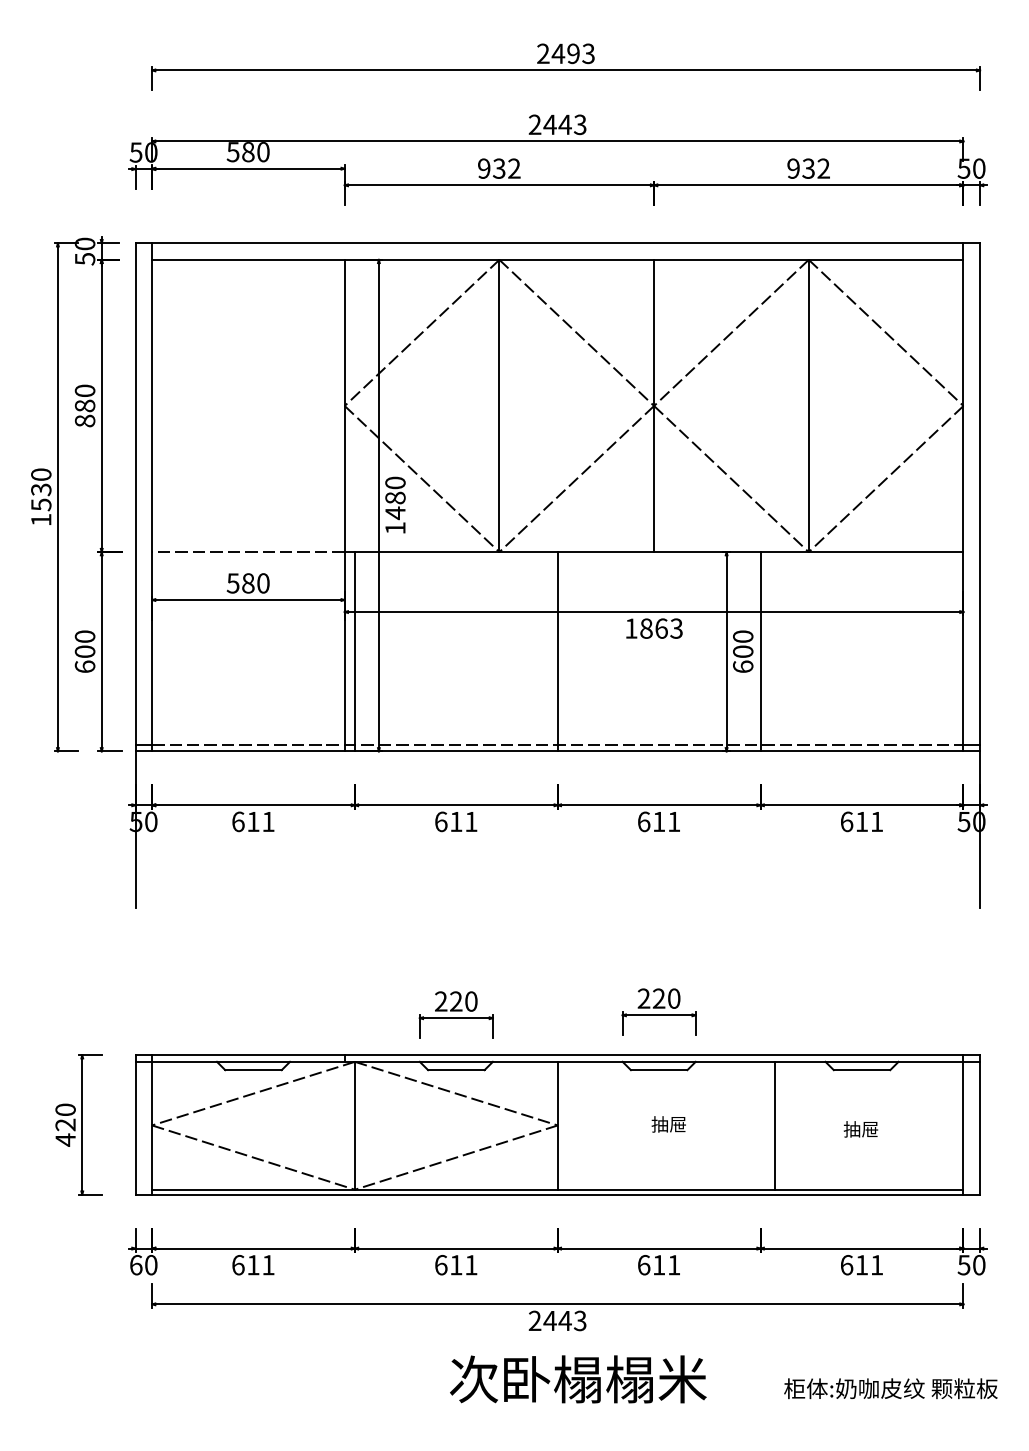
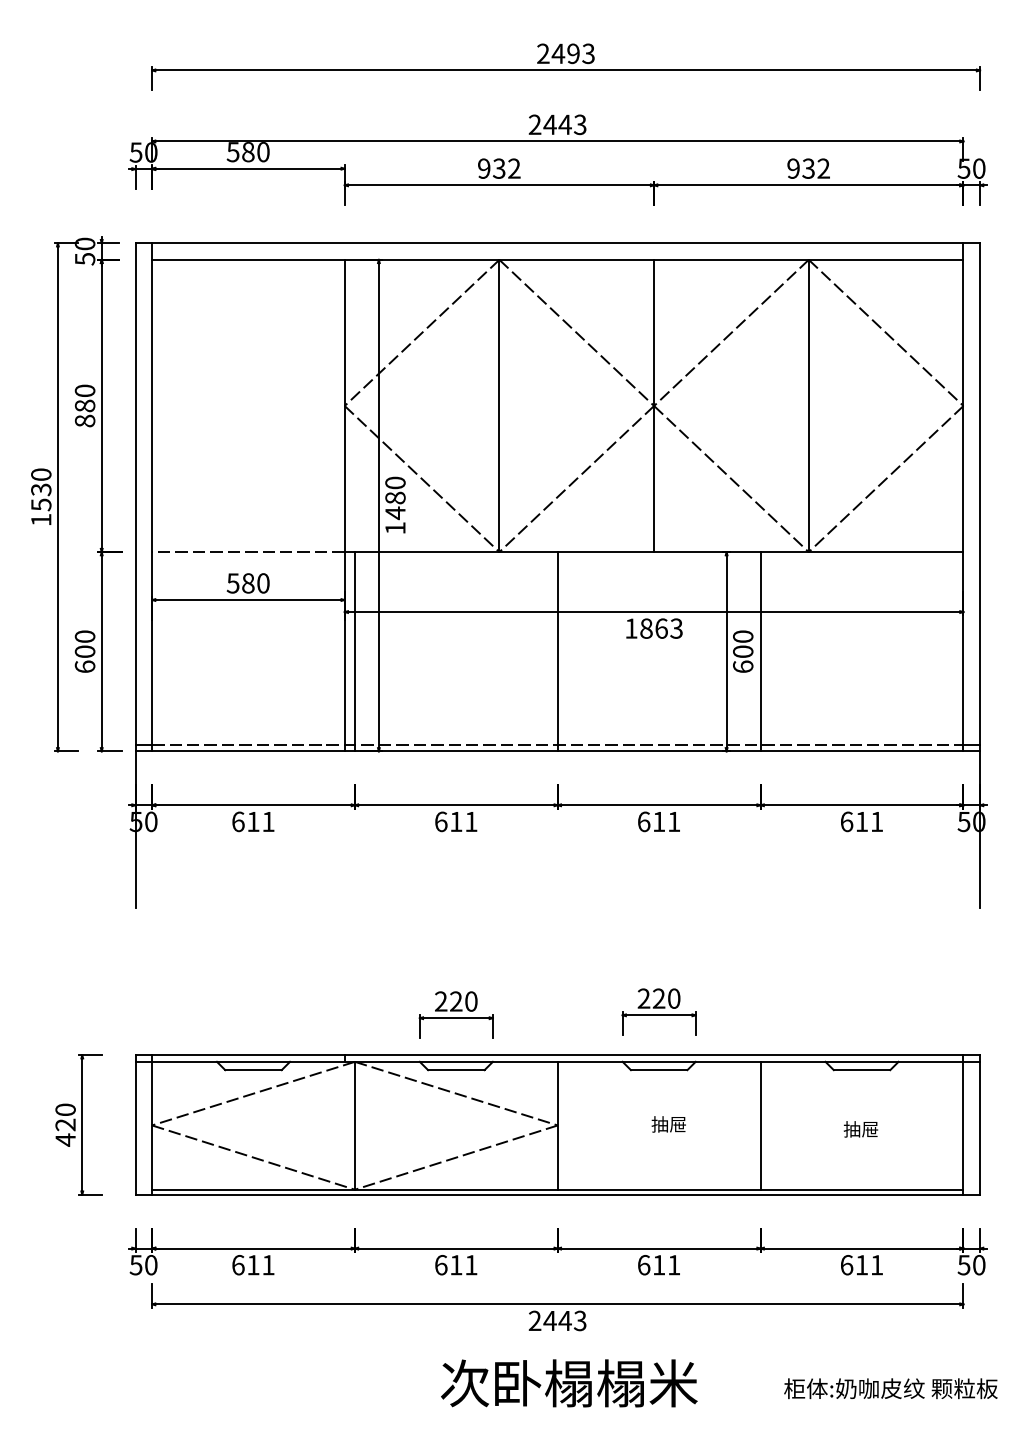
line at (774, 1125) position: (774, 1125) -> (760, 1125)
text at (135, 1265): 60 -> 50
text at (578, 1379) position: (578, 1379) -> (569, 1383)
